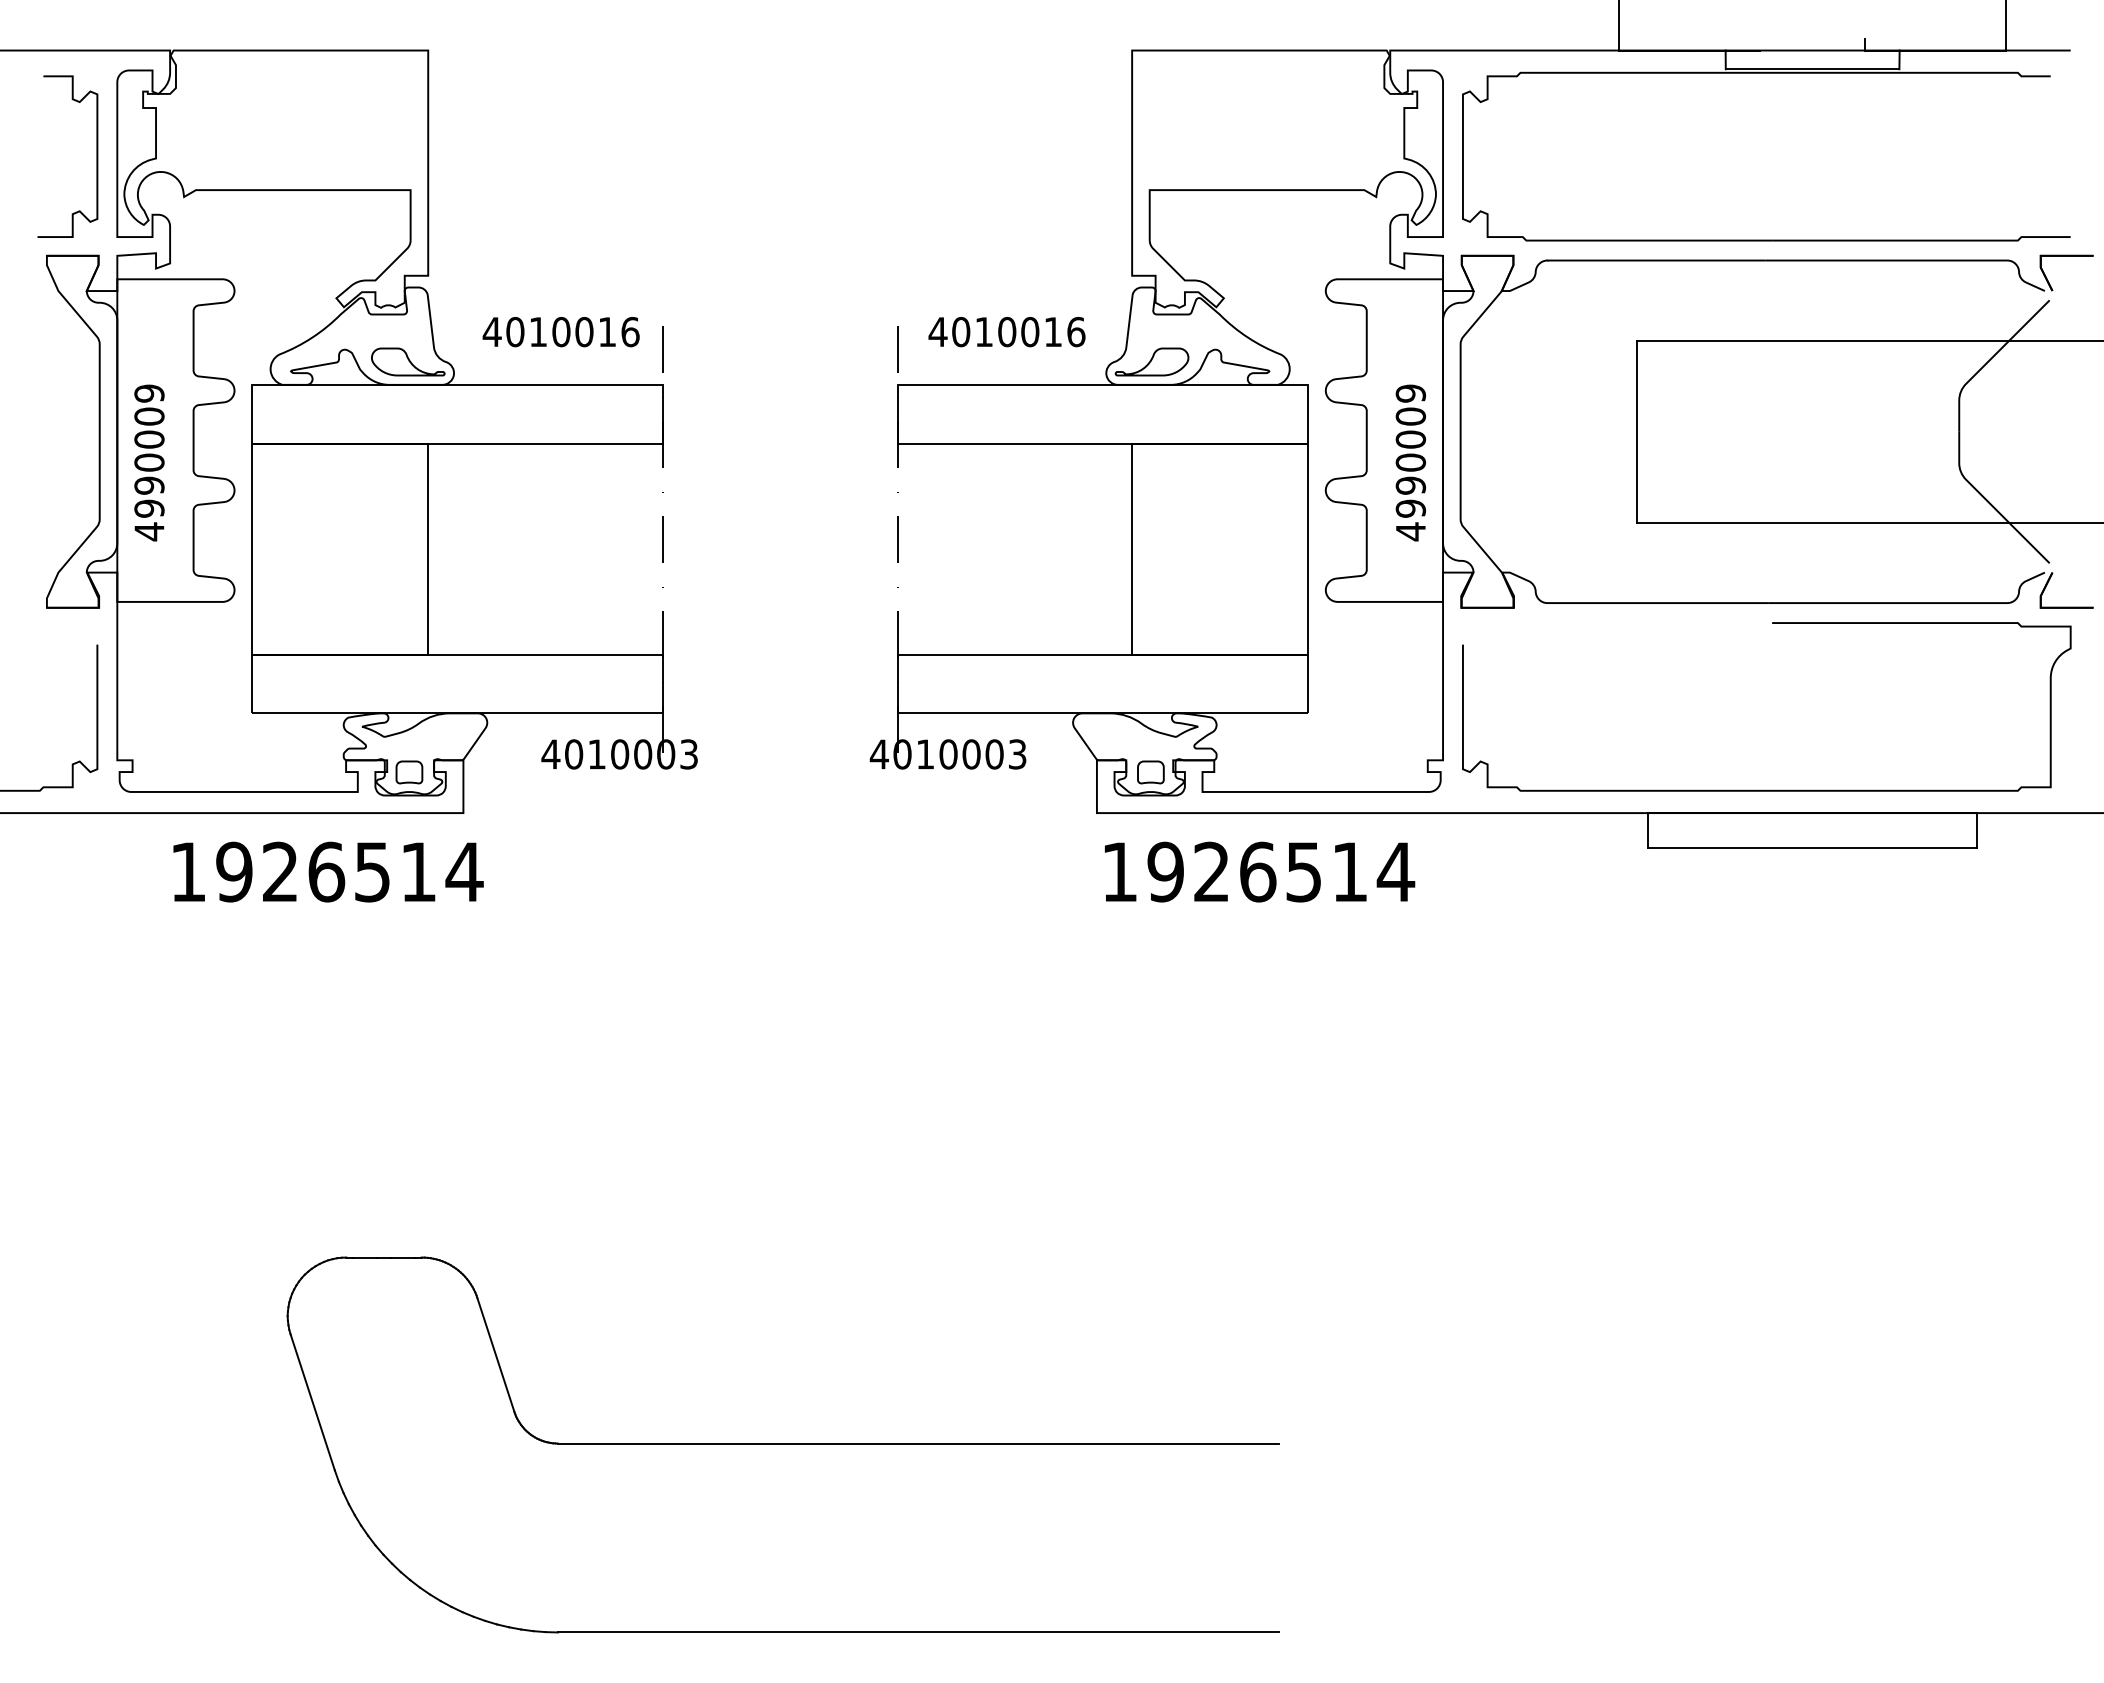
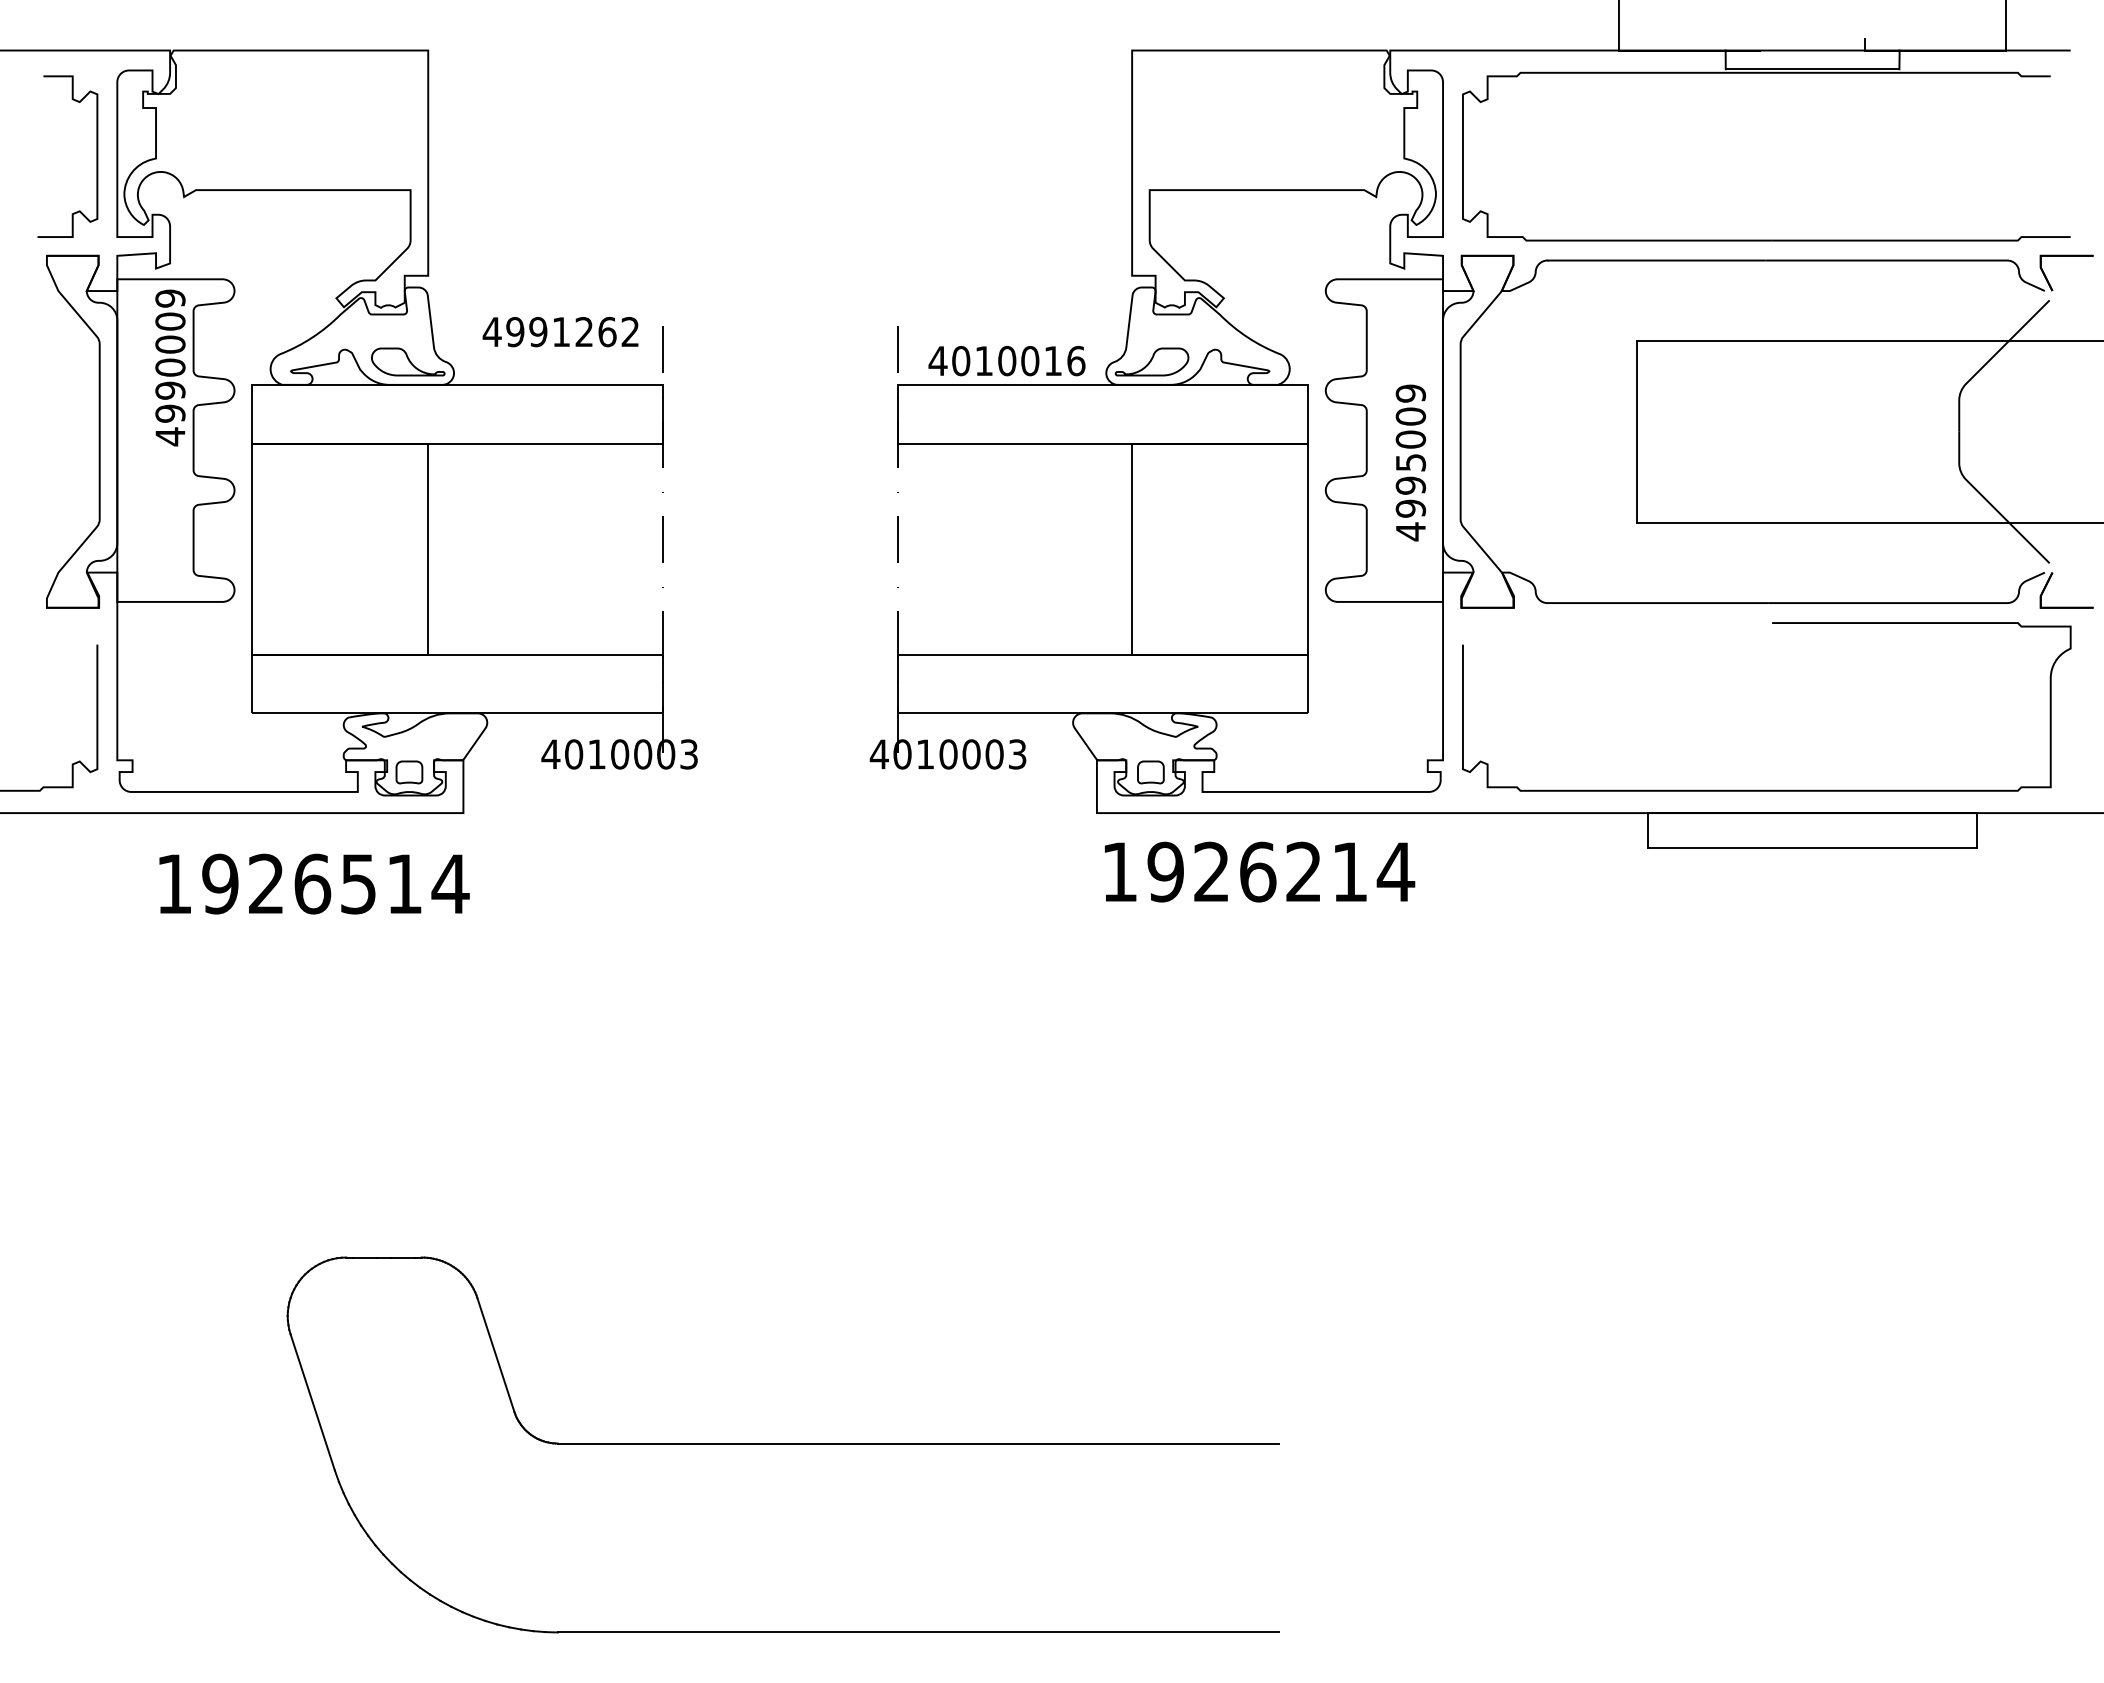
text at (572, 332): 4010016 -> 4991262
text at (1006, 332) position: (1006, 332) -> (1006, 361)
text at (149, 462) position: (149, 462) -> (170, 367)
text at (1410, 462): 4990009 -> 4995009
text at (328, 871) position: (328, 871) -> (314, 883)
text at (1303, 871): 1926514 -> 1926214
